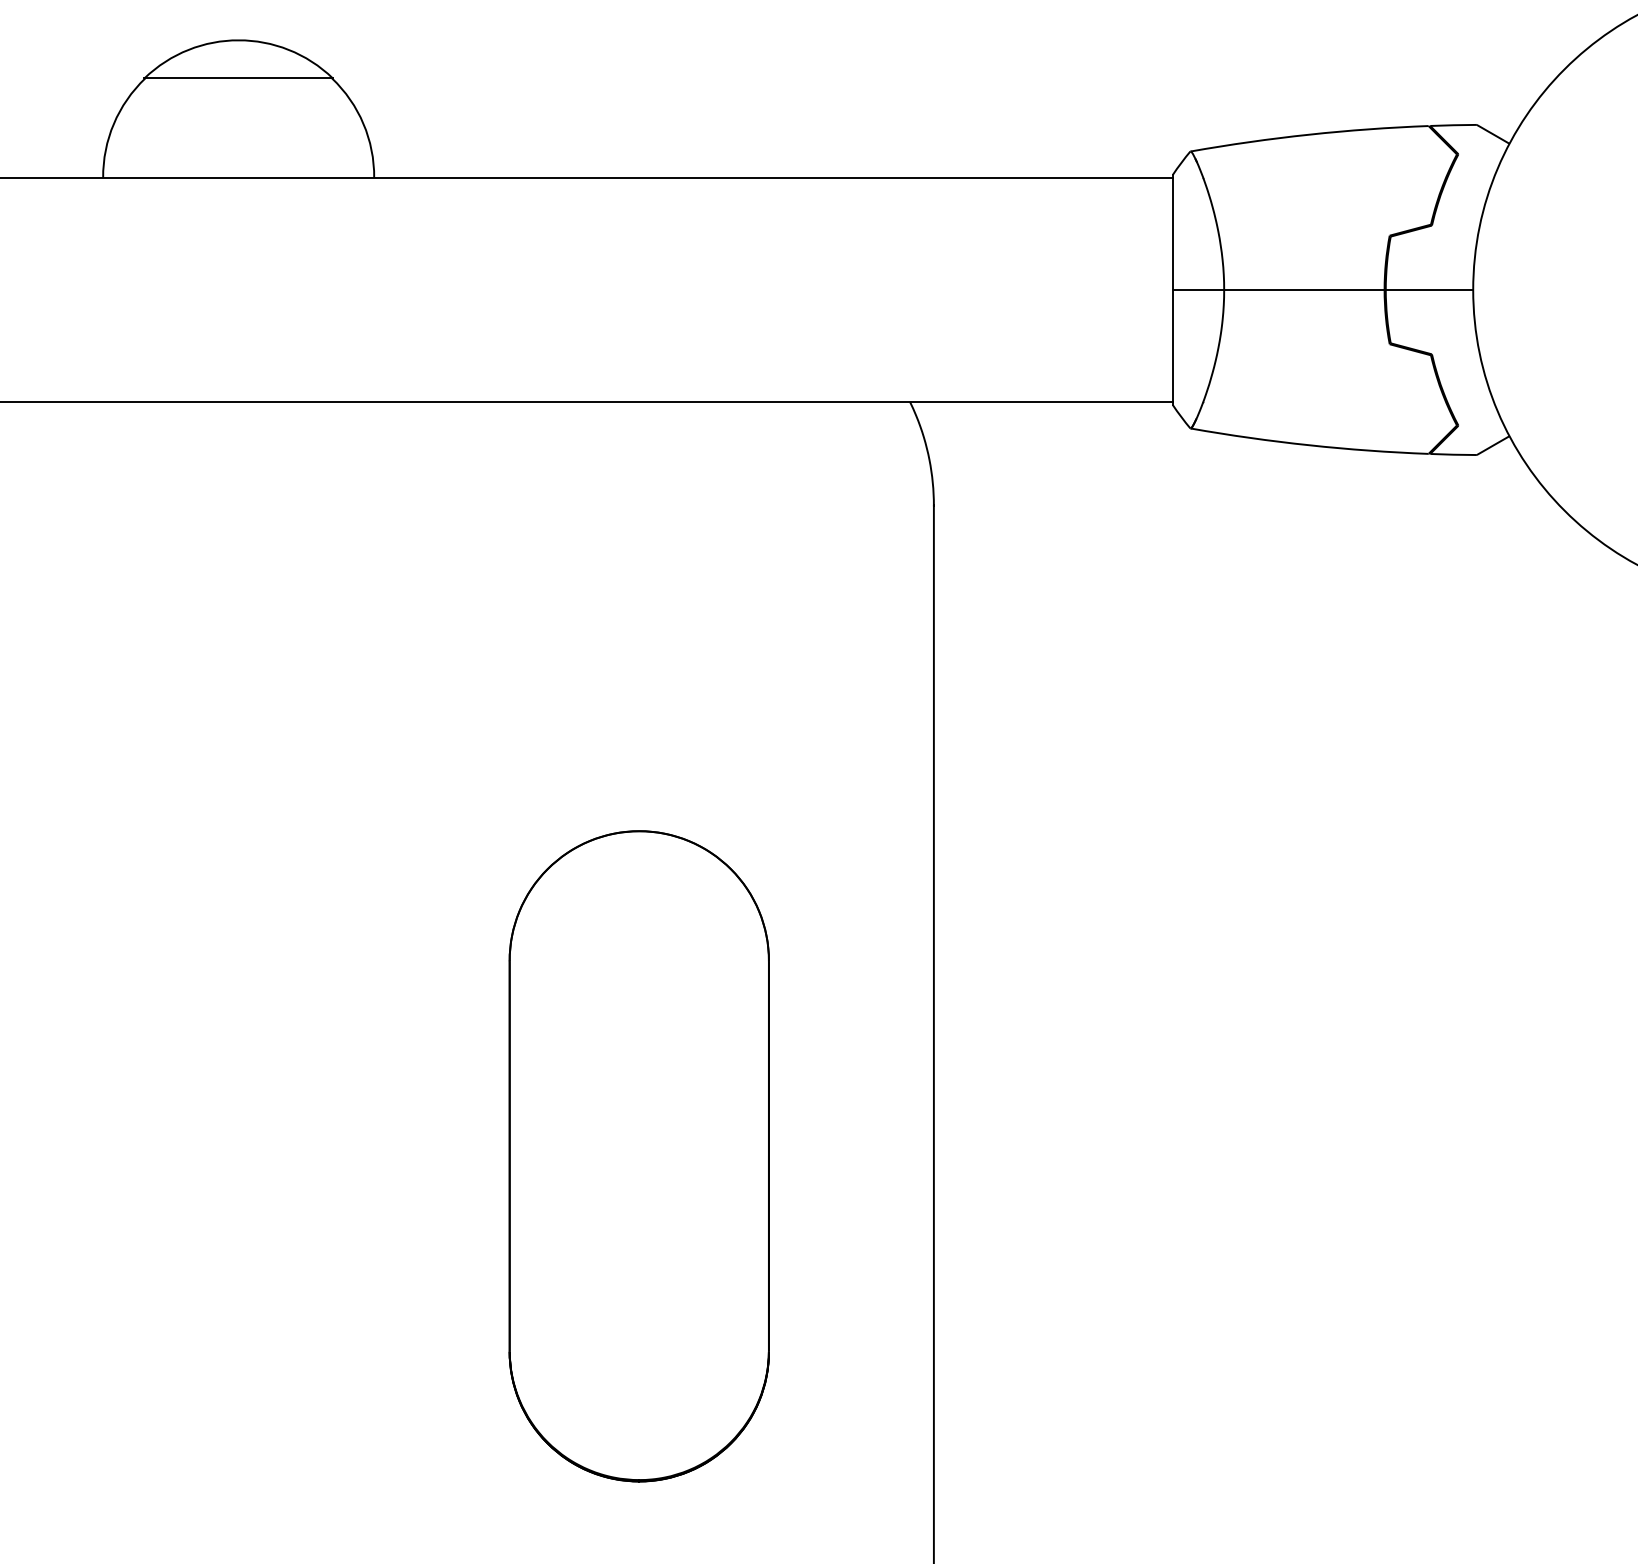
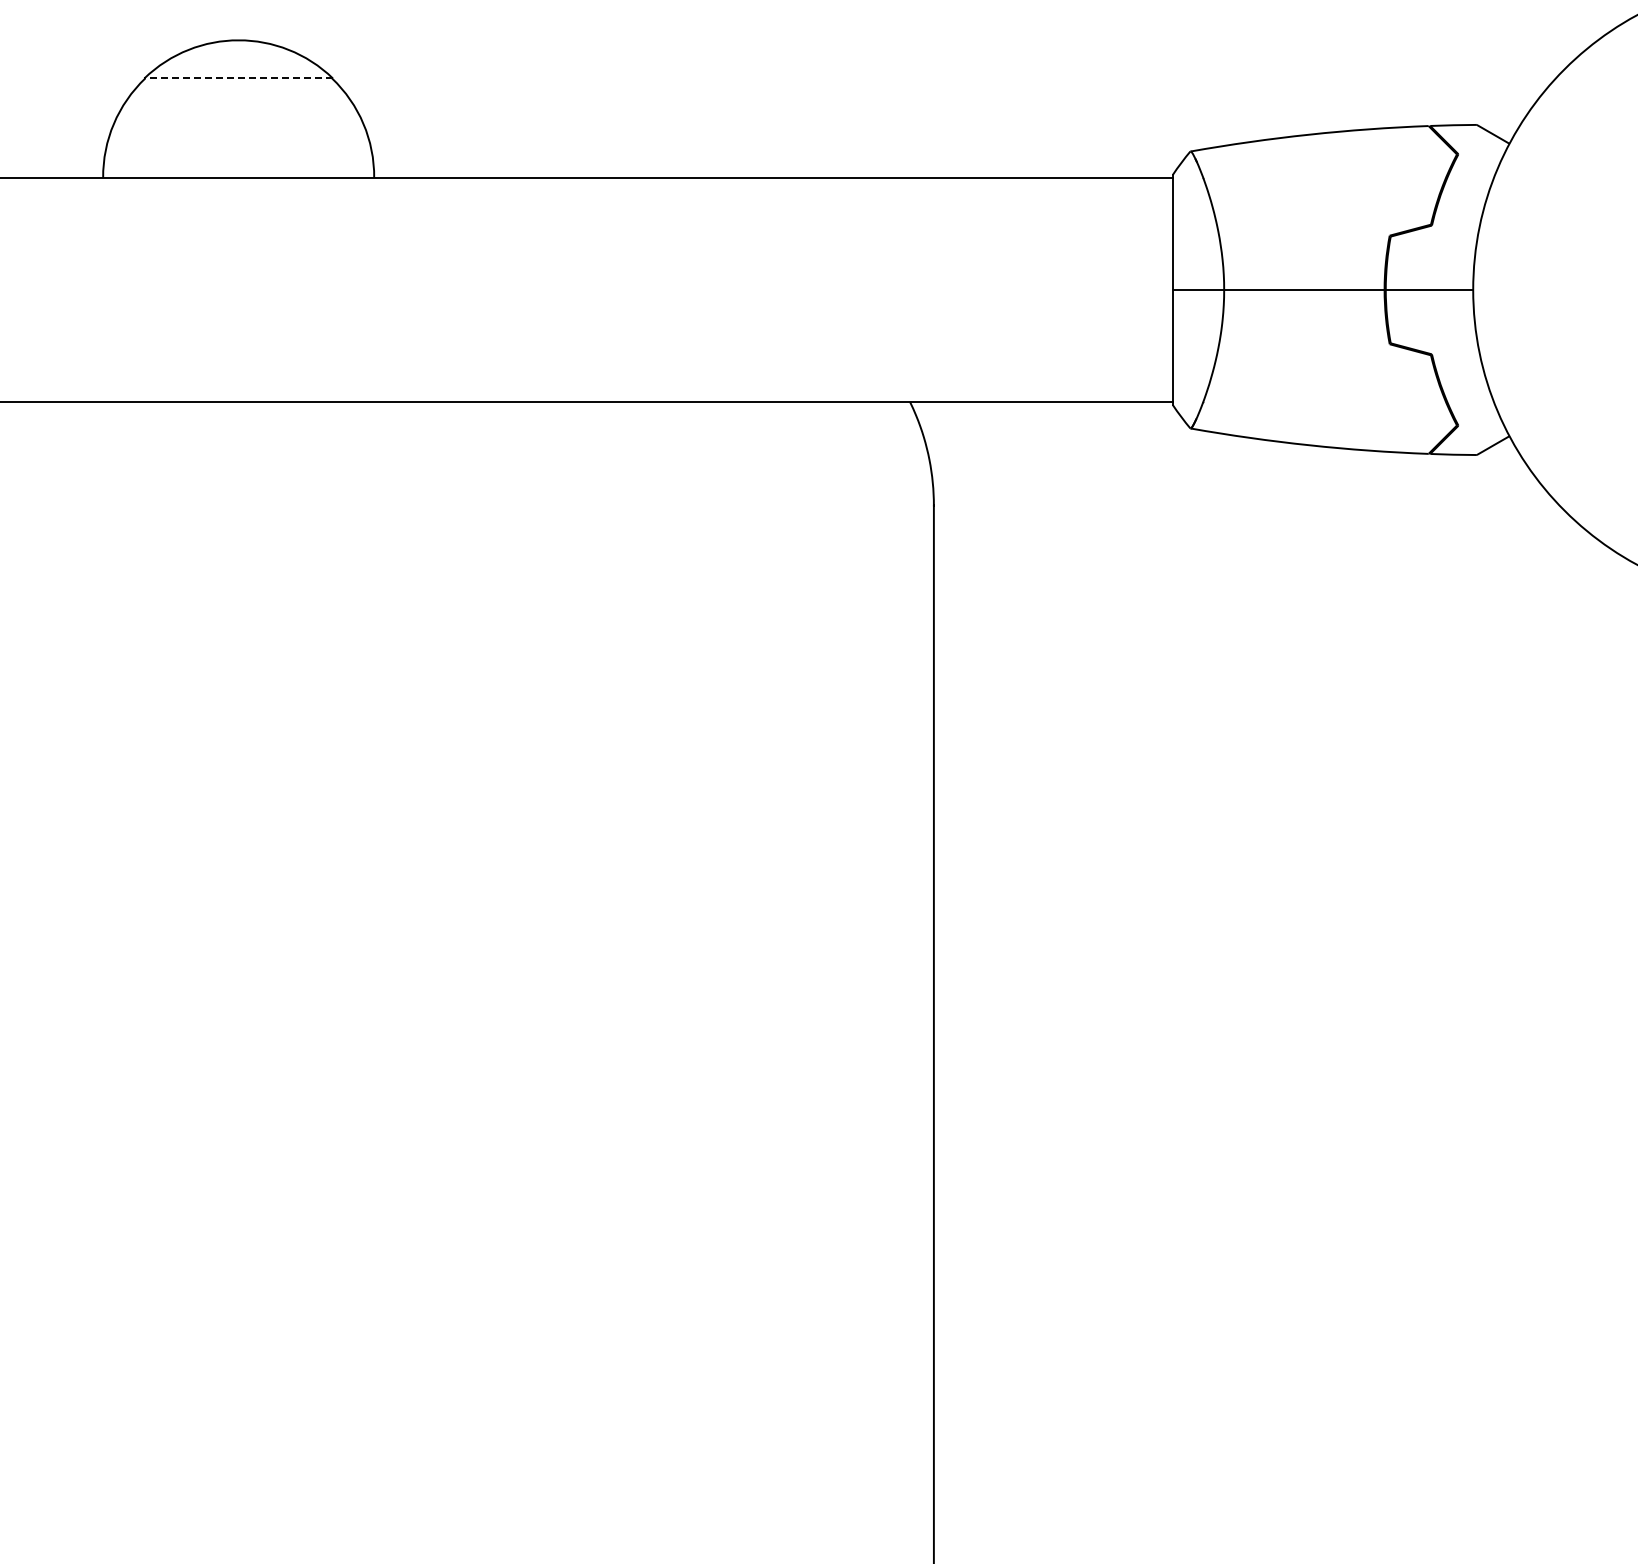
line at (238, 78): solid -> dashed
part at (638, 1156): present -> none
